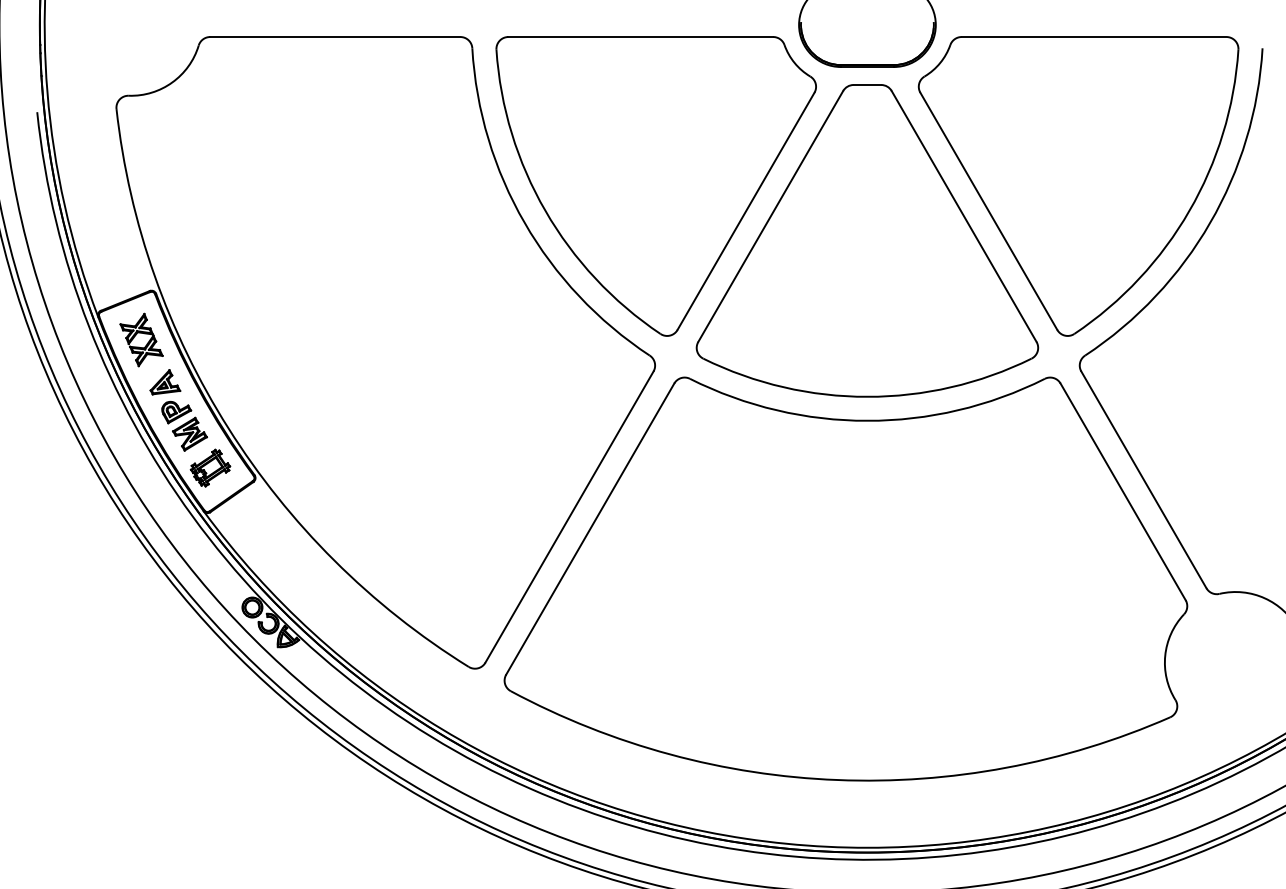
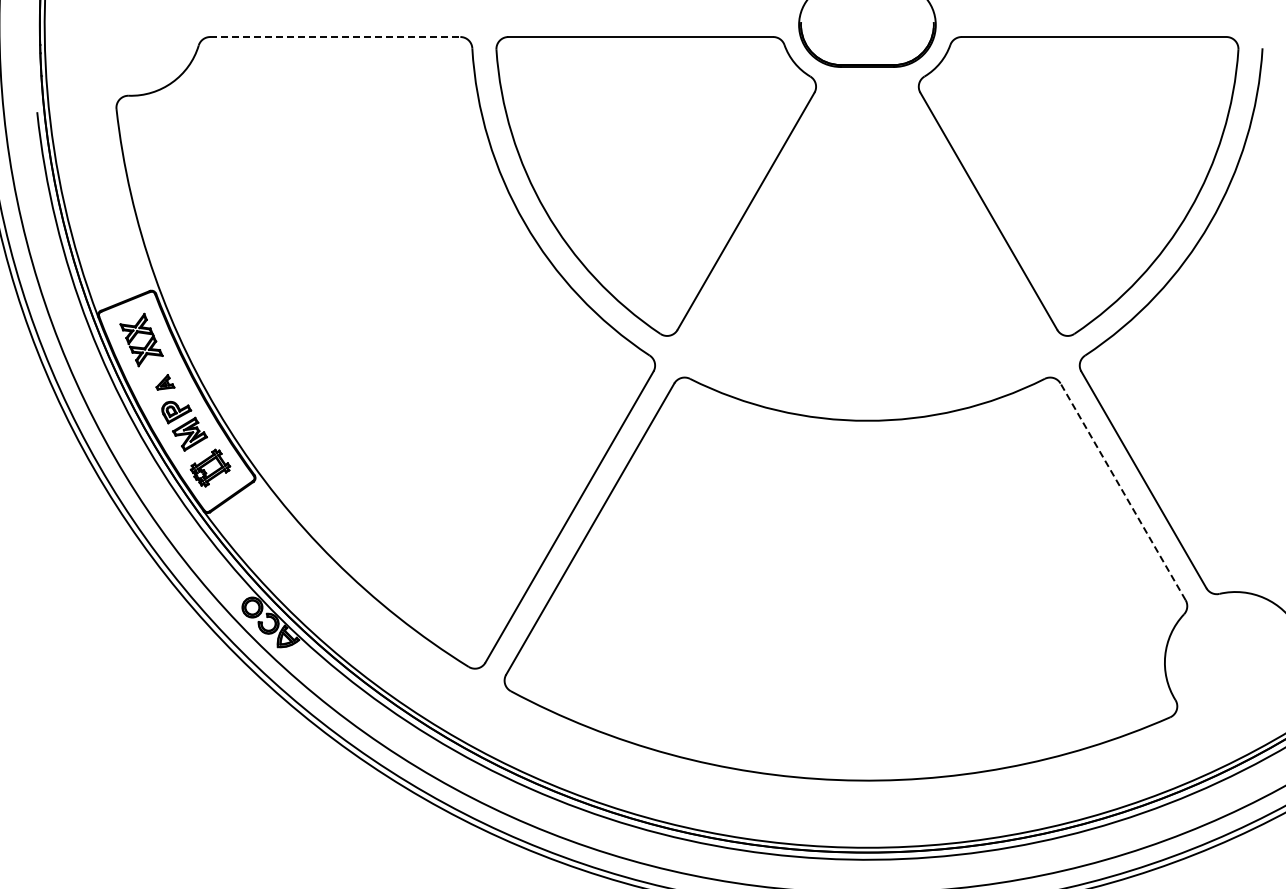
line at (335, 37): solid -> dashed
part at (867, 240): present -> none
part at (165, 382) size: 33x27 px -> 21x17 px
line at (1122, 491): solid -> dashed
